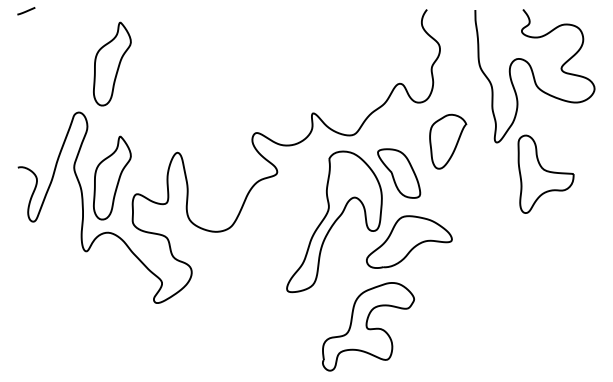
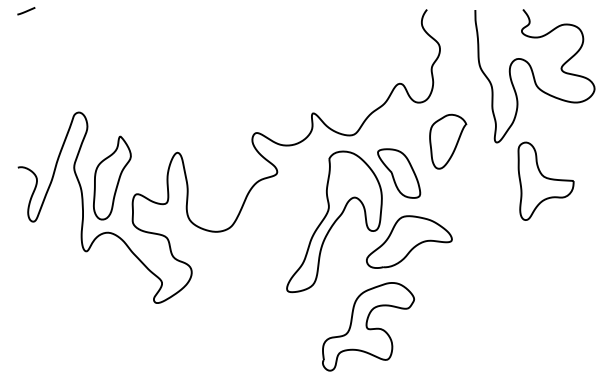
part at (112, 63): present -> none
part at (545, 173) position: (545, 173) -> (545, 180)
